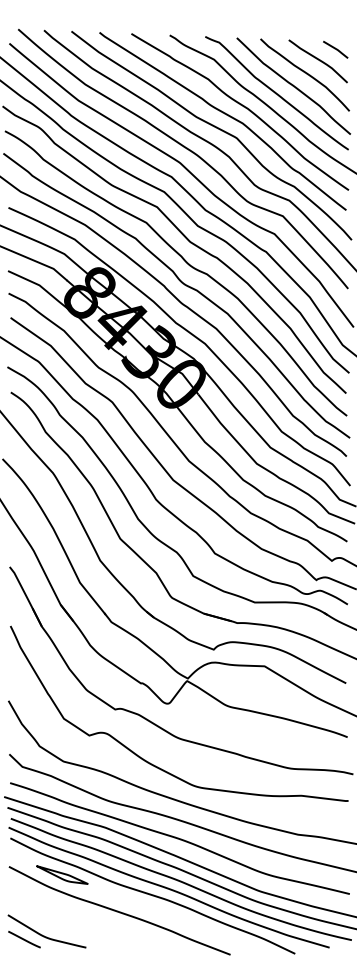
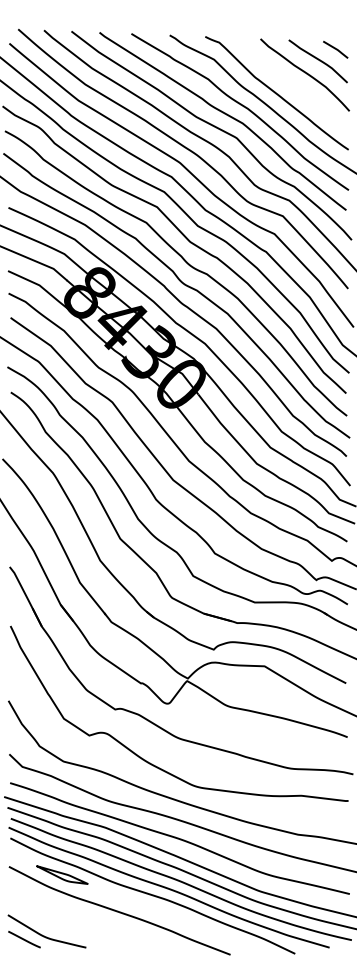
curve at (293, 85): present -> none
